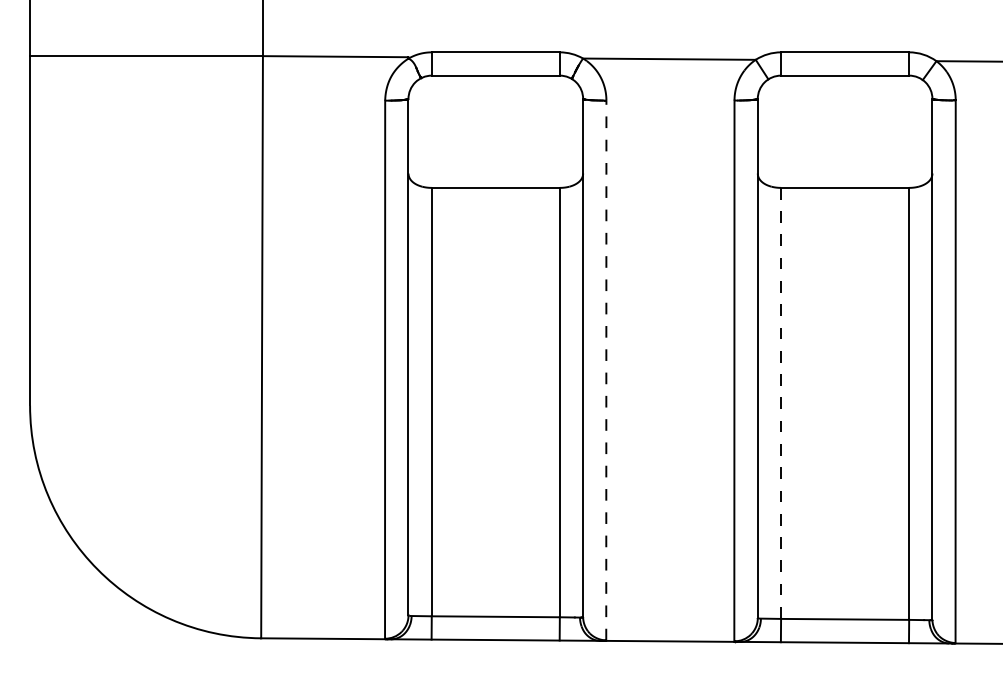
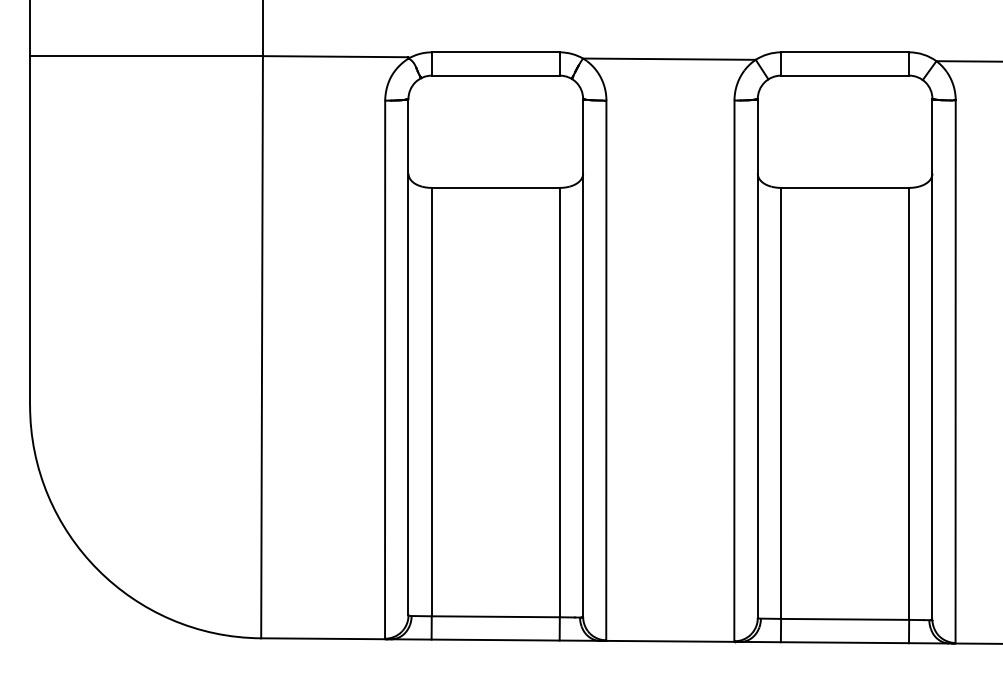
line at (606, 370): dashed -> solid
line at (781, 403): dashed -> solid
